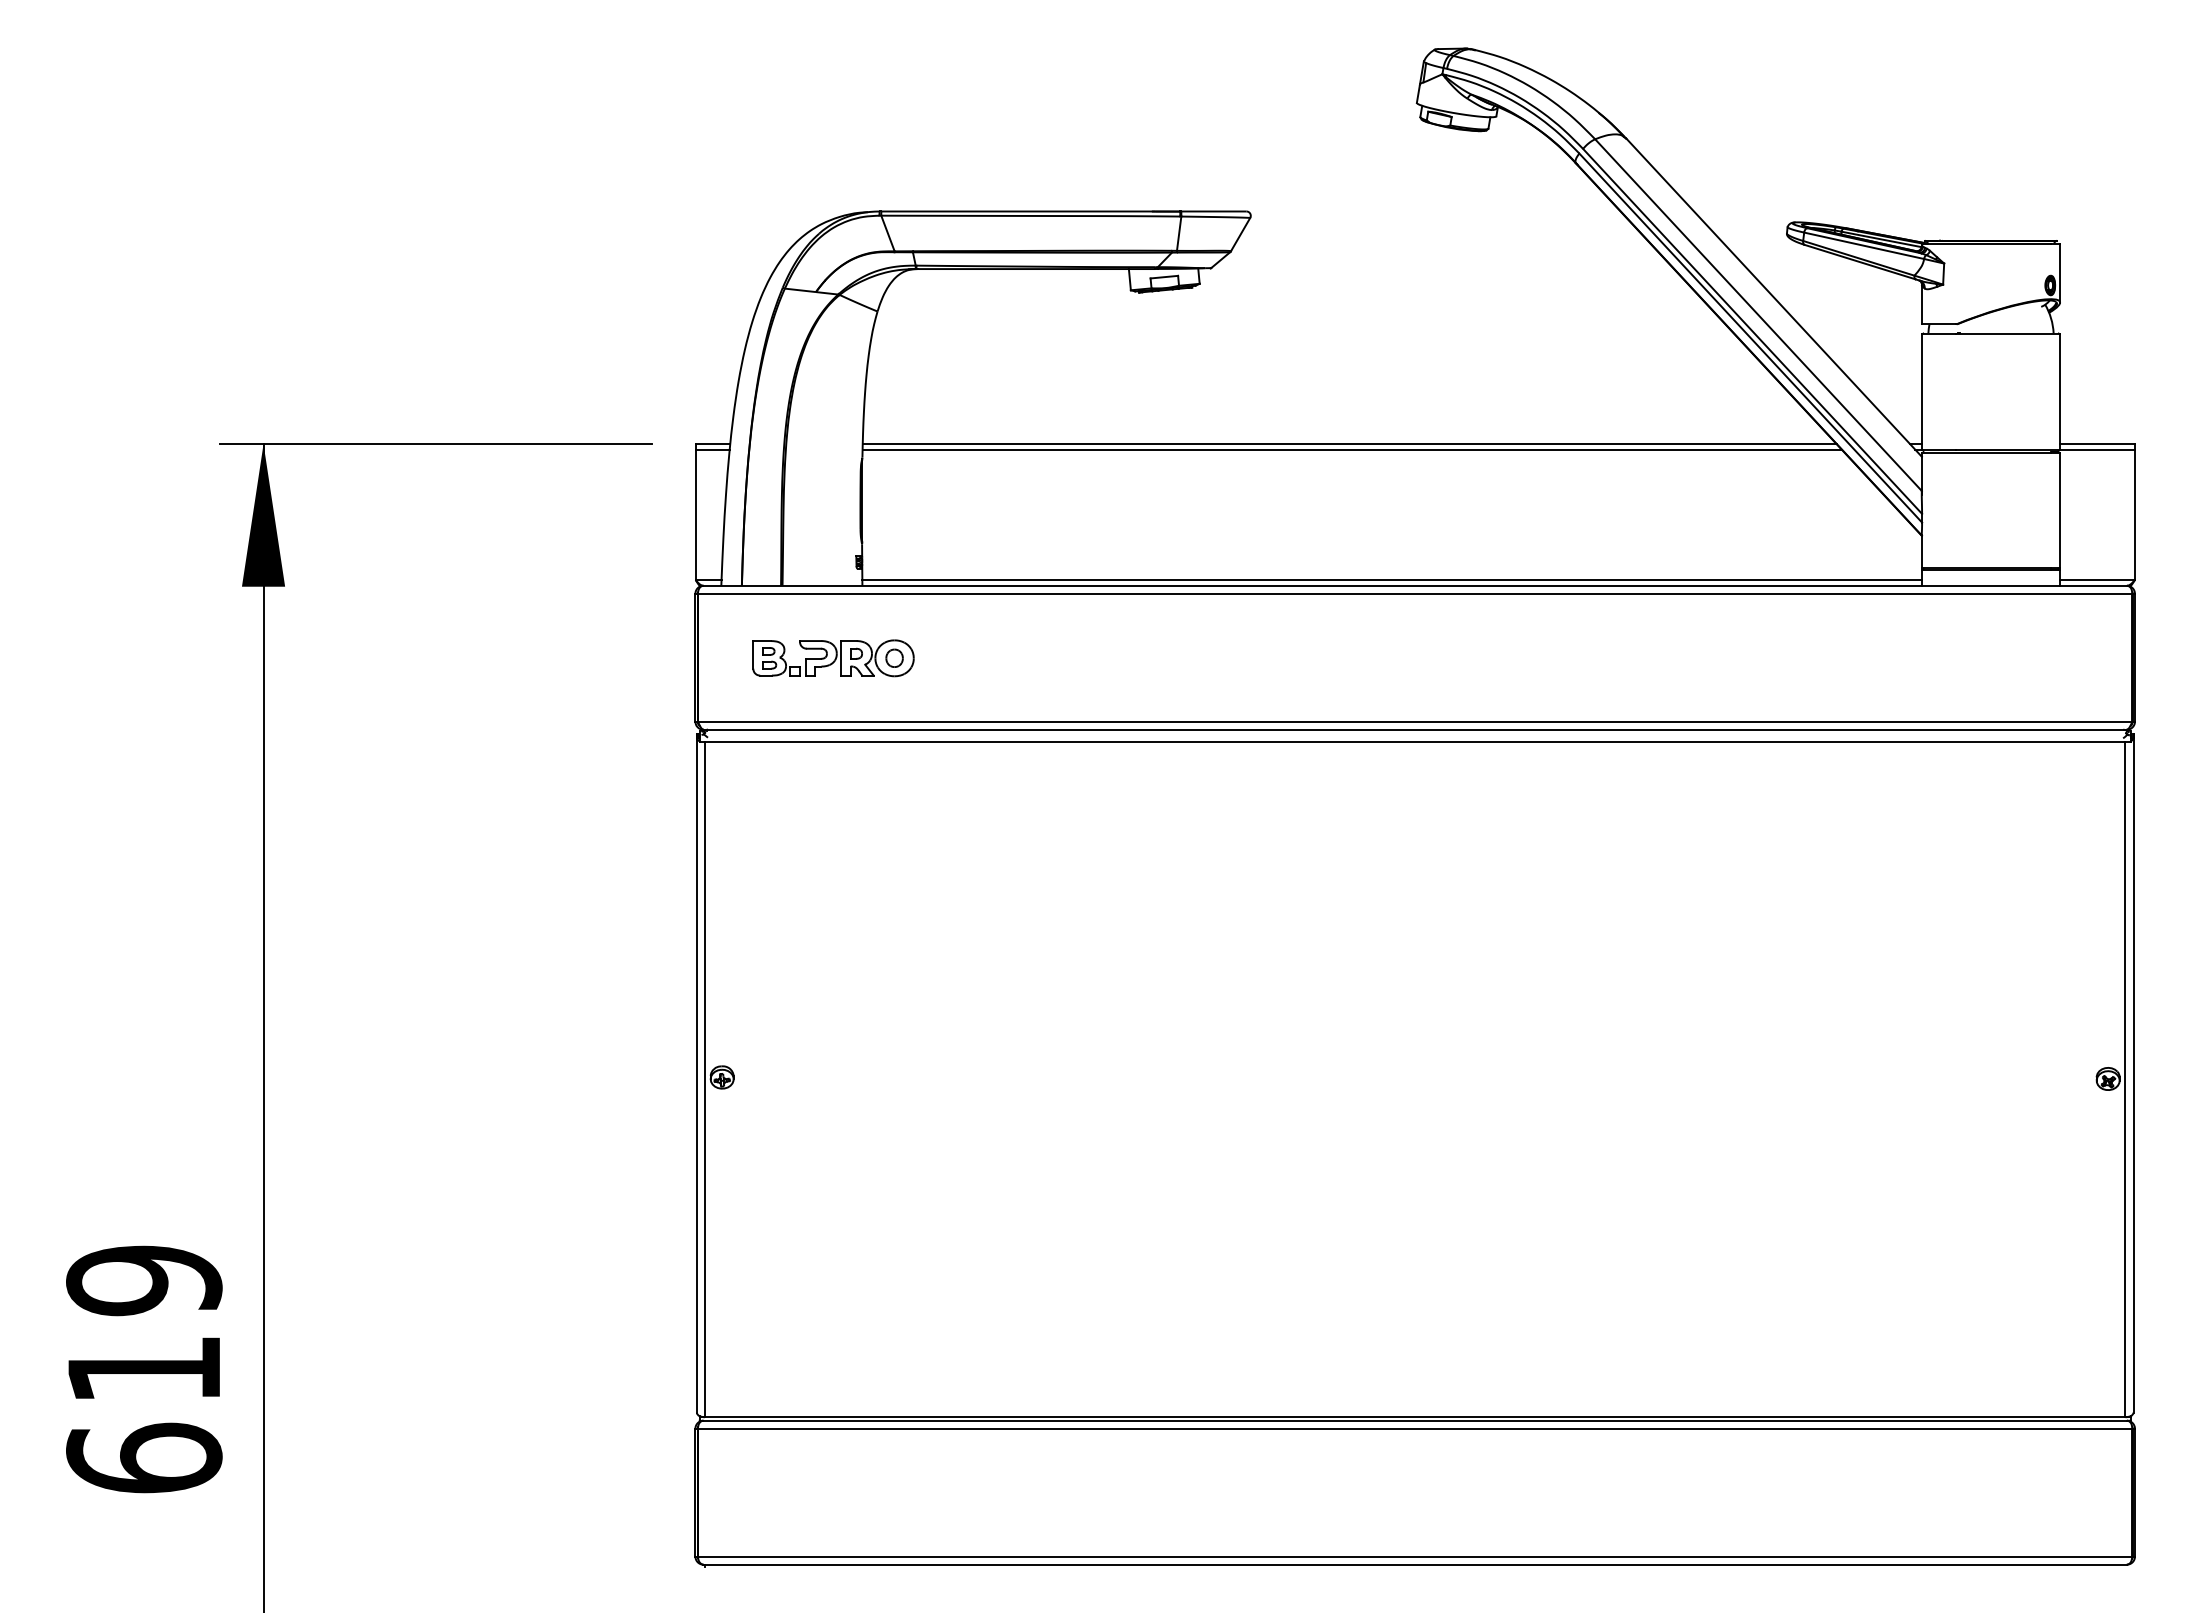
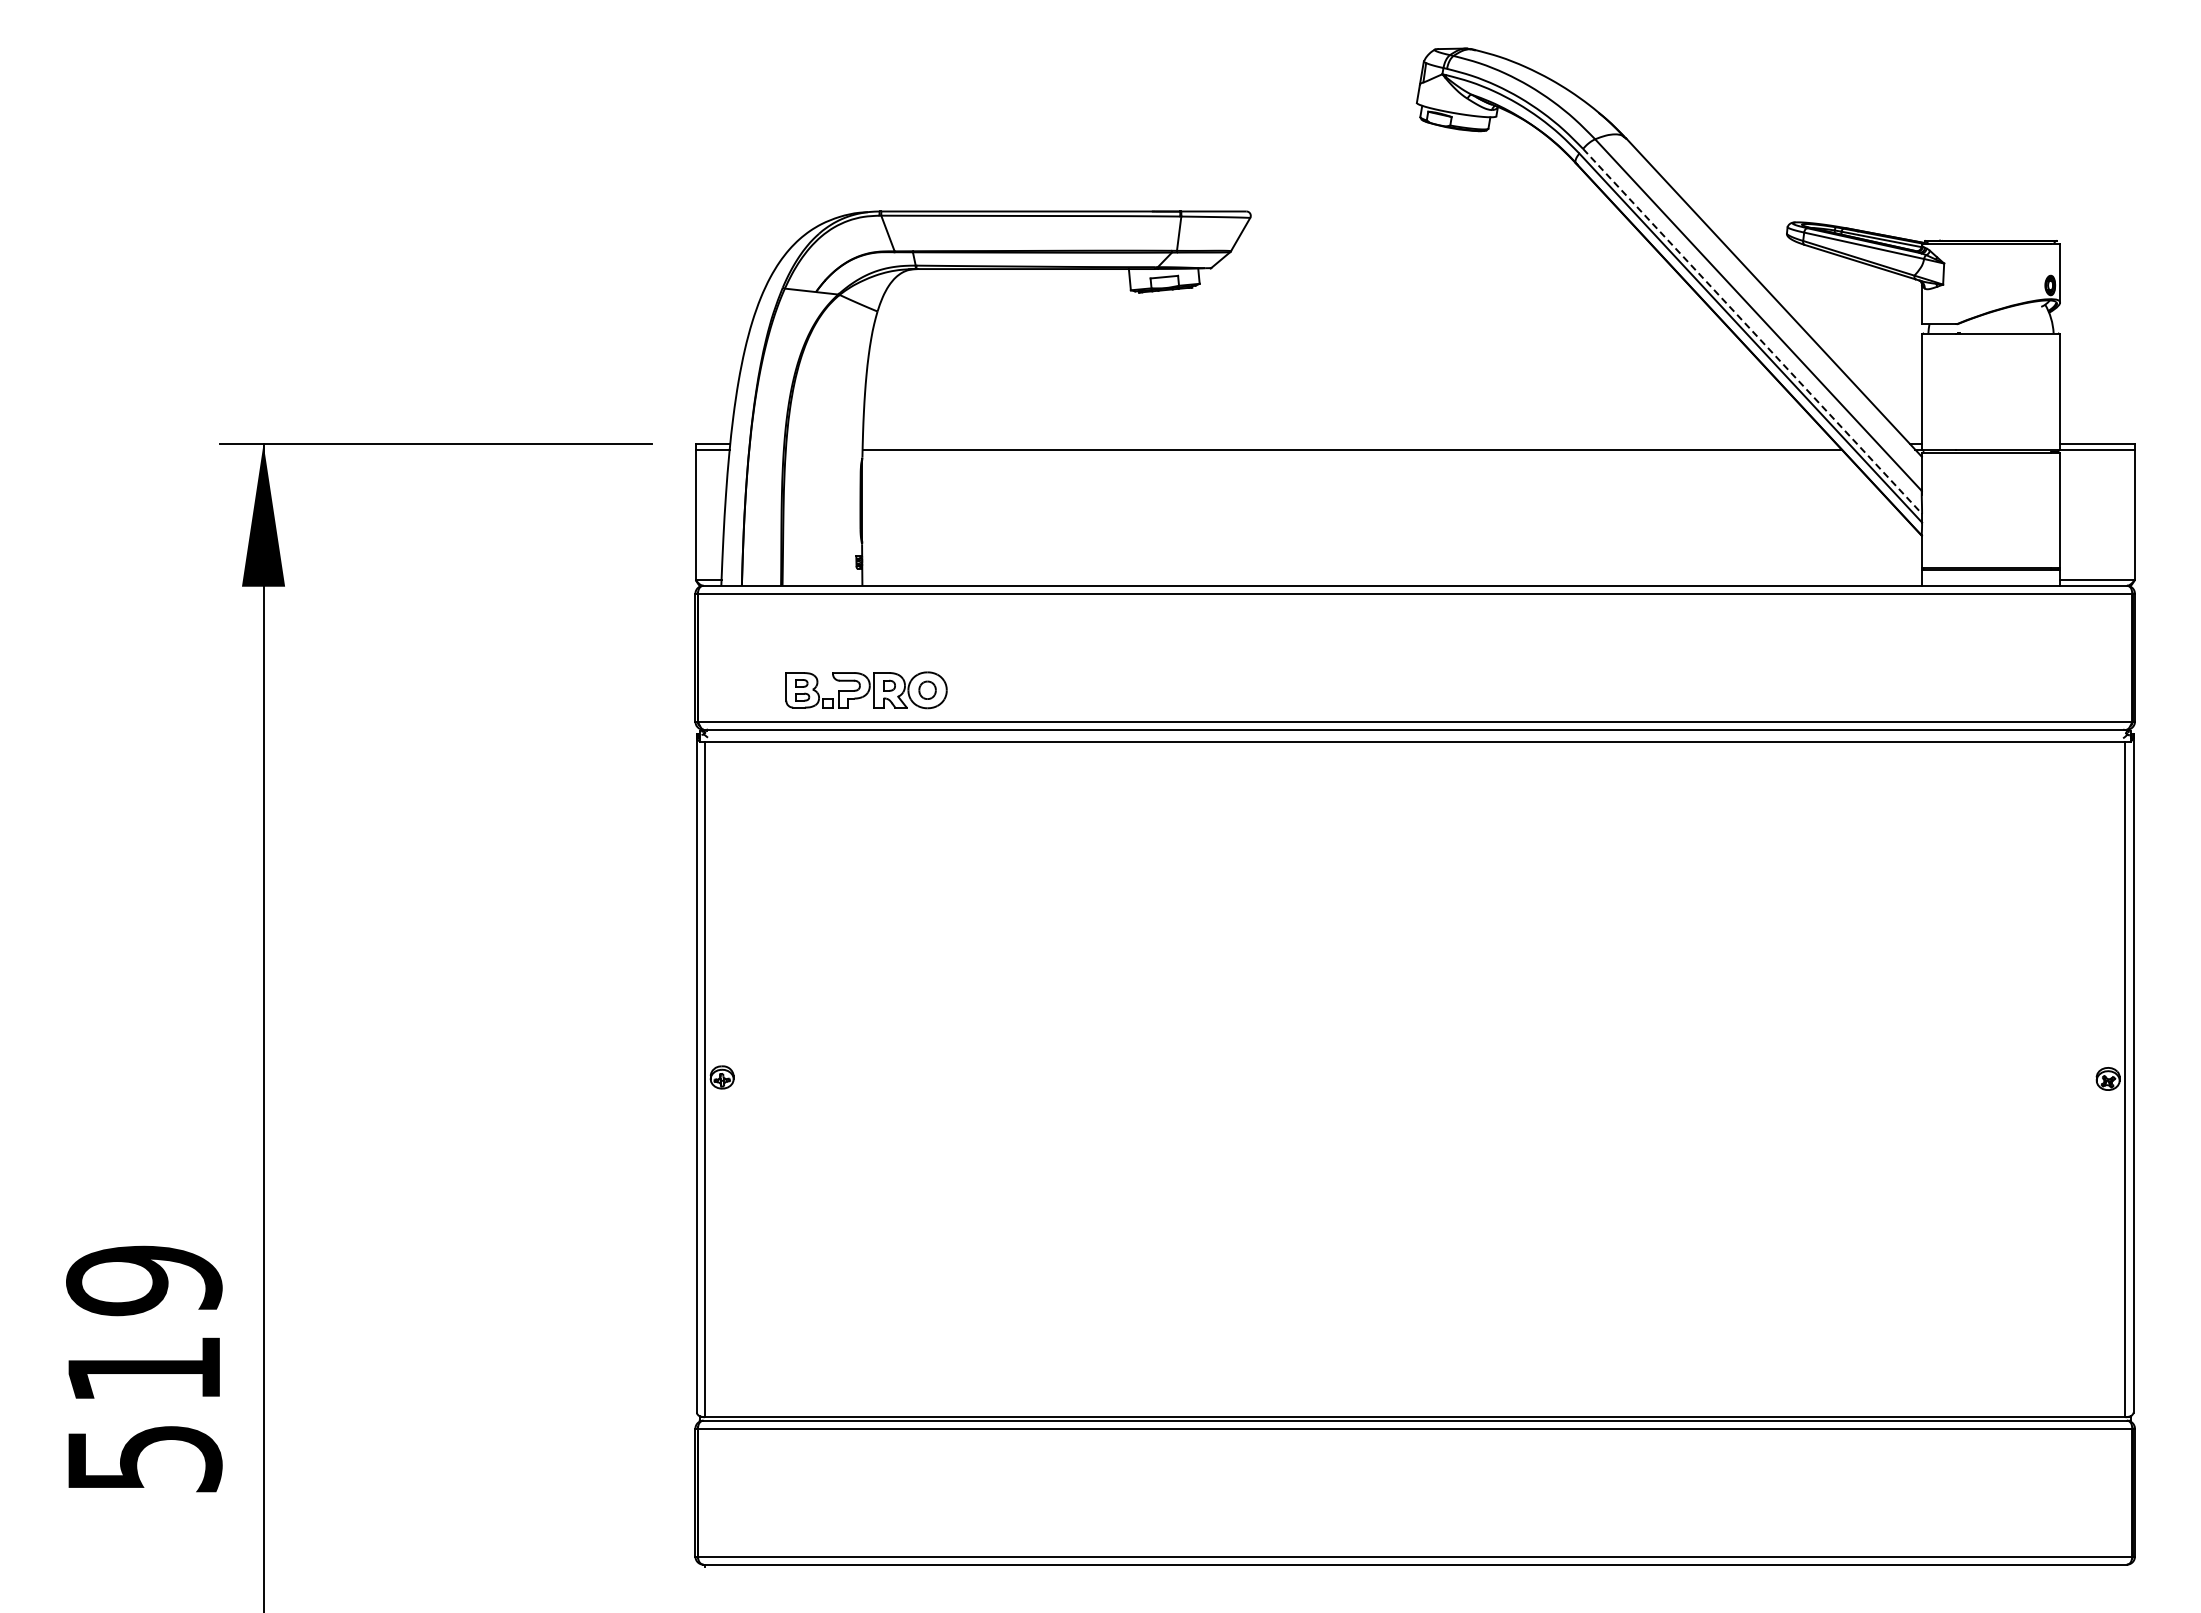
line at (1752, 331): solid -> dashed
line at (1349, 444): present -> none
line at (1391, 580): present -> none
part at (833, 658) position: (833, 658) -> (866, 690)
text at (144, 1457): 619 -> 519
